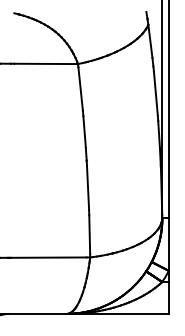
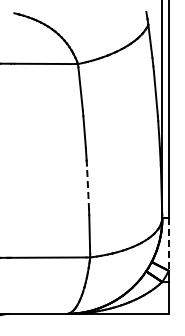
line at (88, 187): solid -> dashed
line at (168, 245): solid -> dashed
